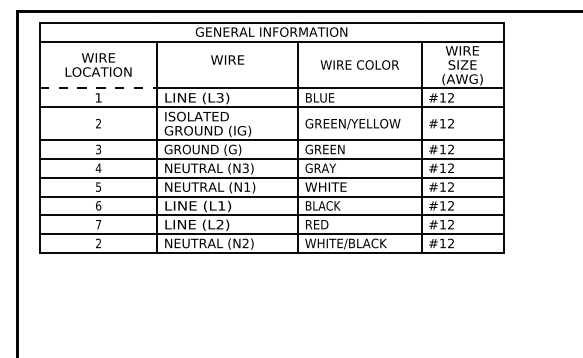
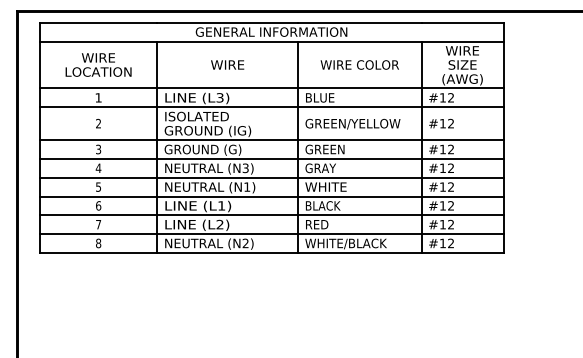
text at (227, 59) position: (227, 59) -> (227, 64)
line at (98, 88): dashed -> solid
text at (98, 243): 2 -> 8
